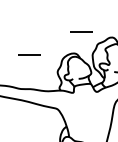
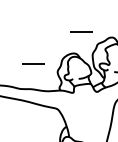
line at (29, 54) position: (29, 54) -> (33, 63)
